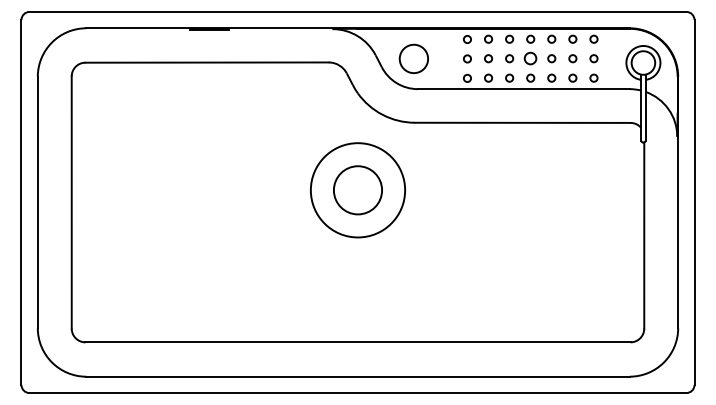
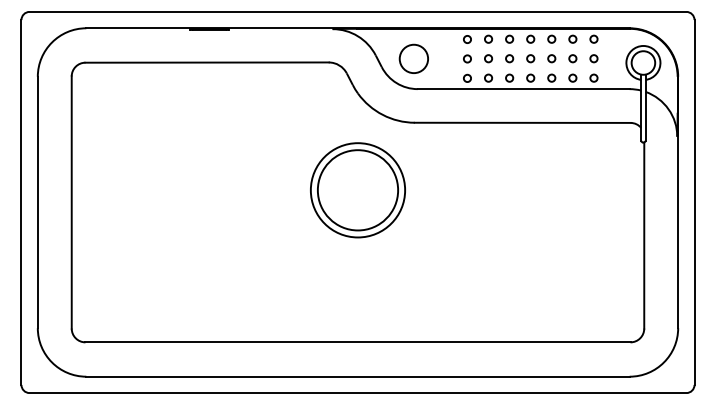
circle at (530, 58) size: 15x15 px -> 10x10 px
circle at (357, 190) diameter: 48 px -> 80 px
